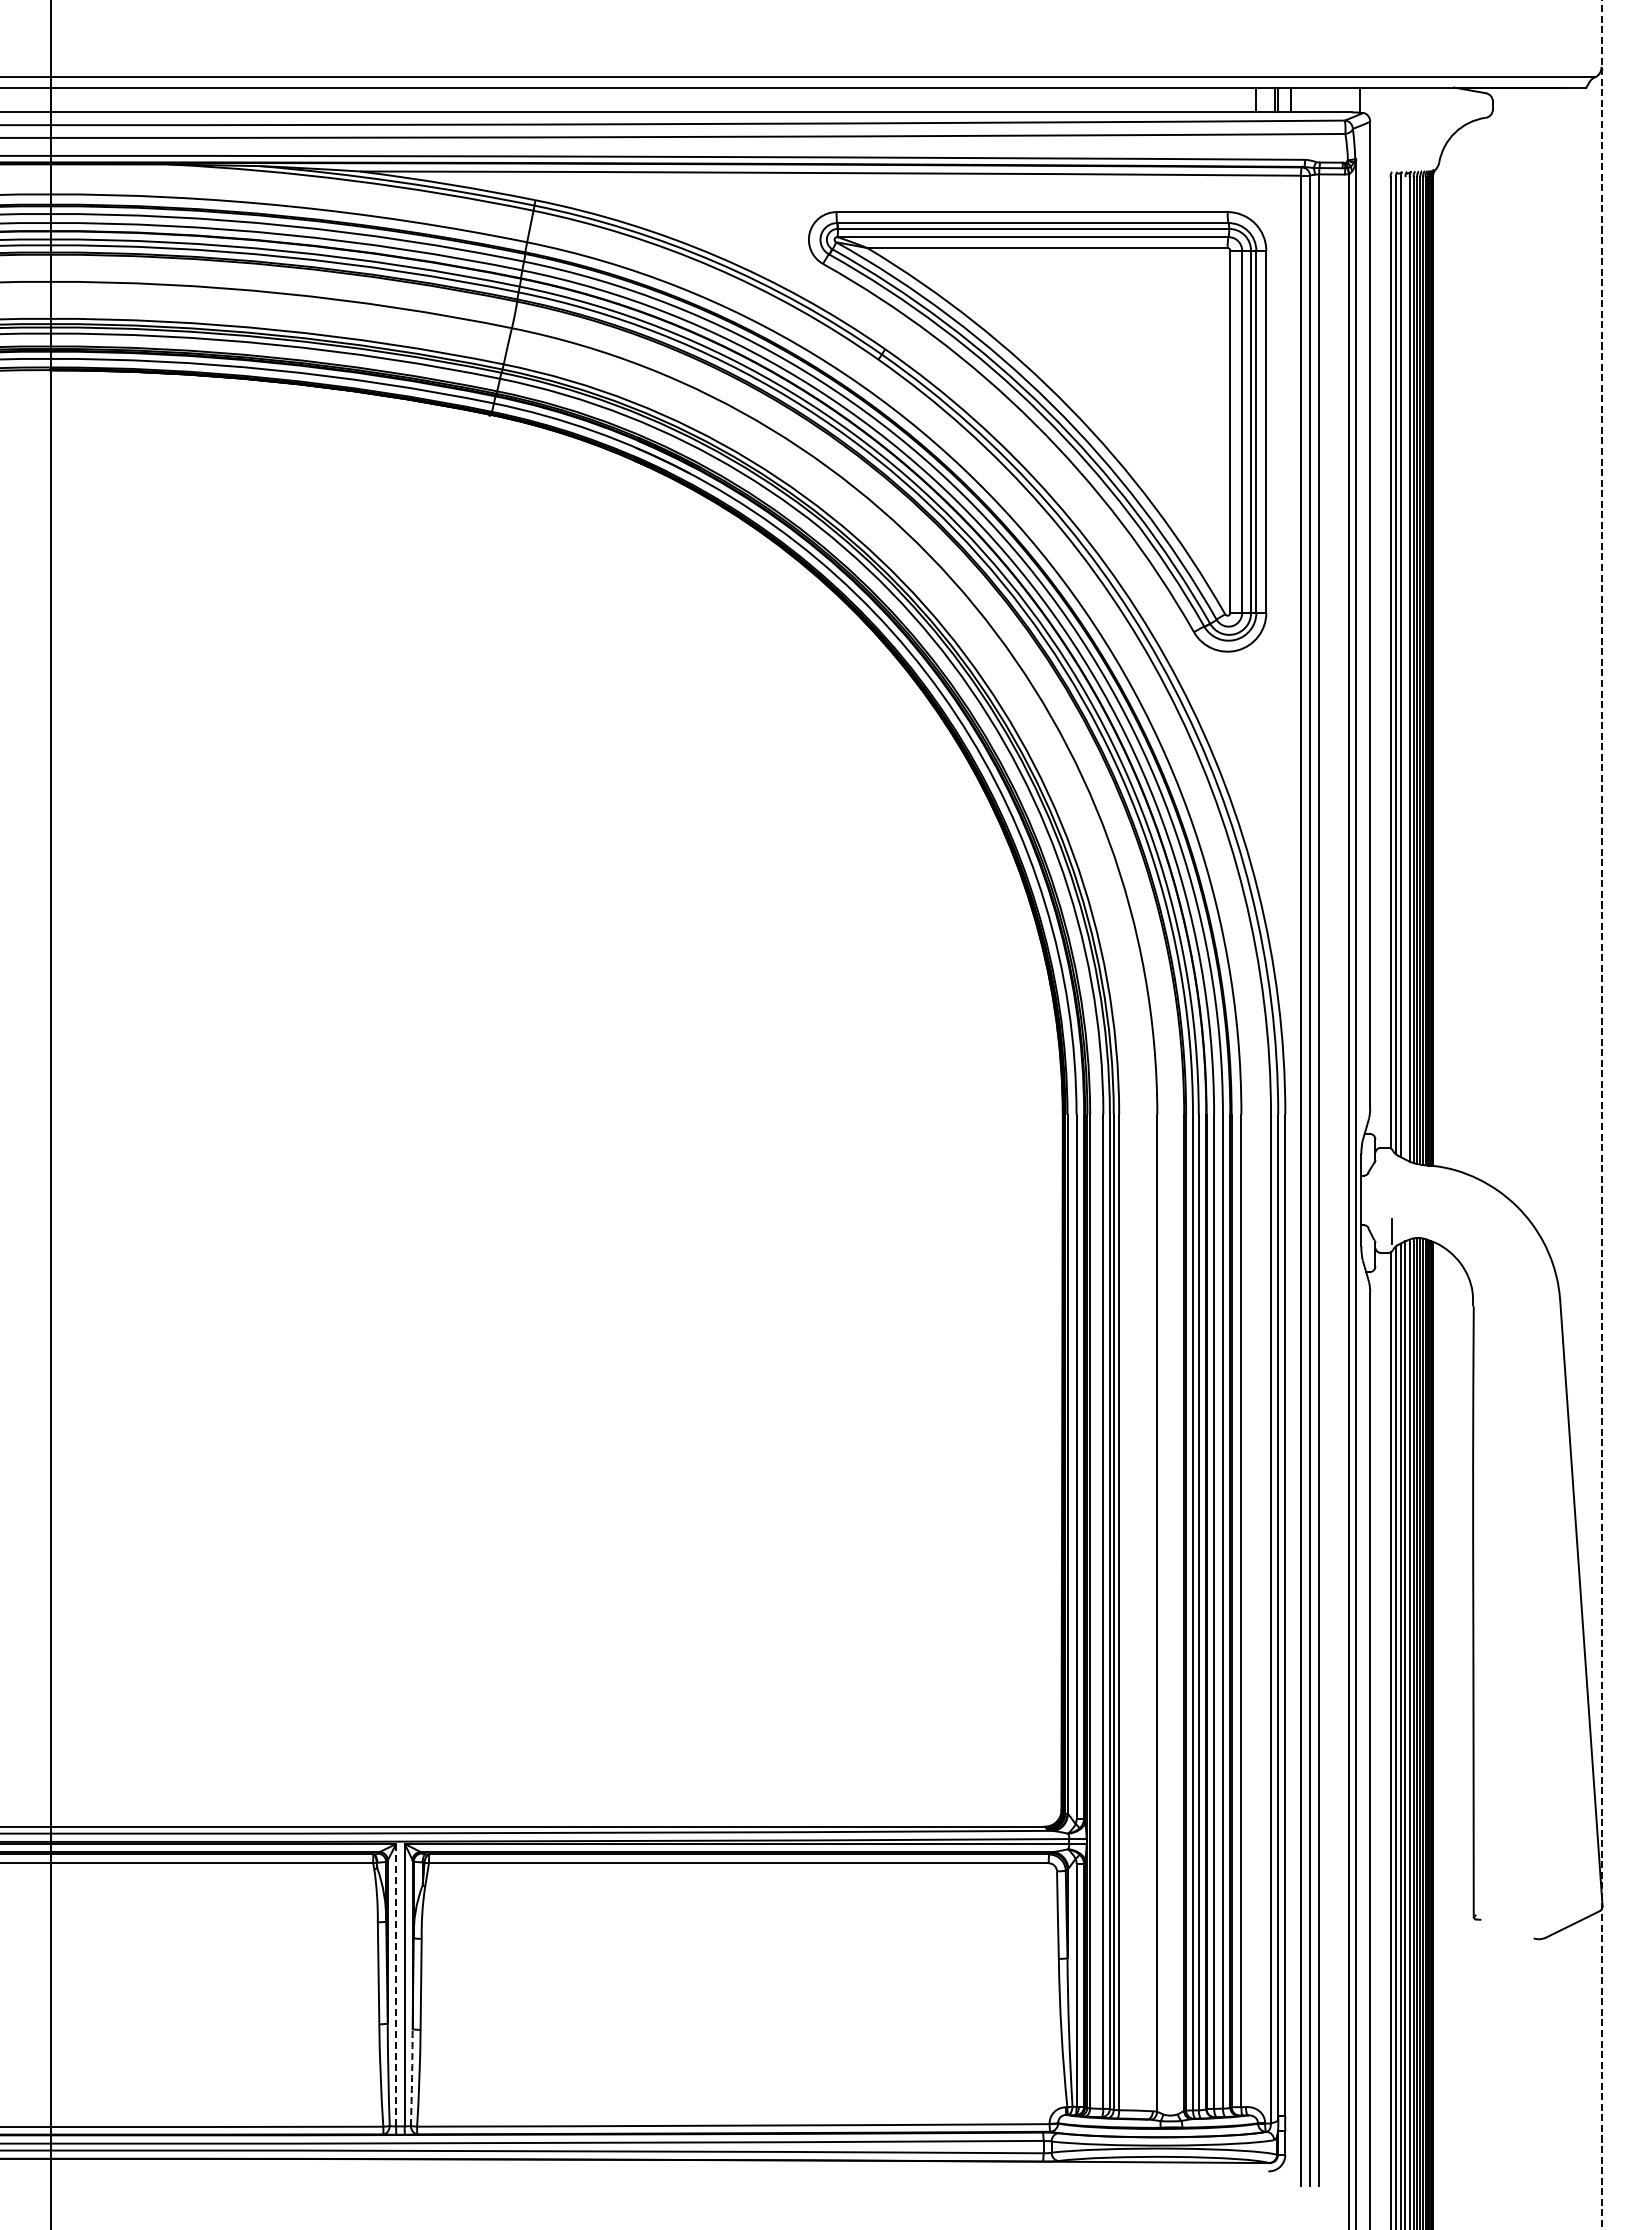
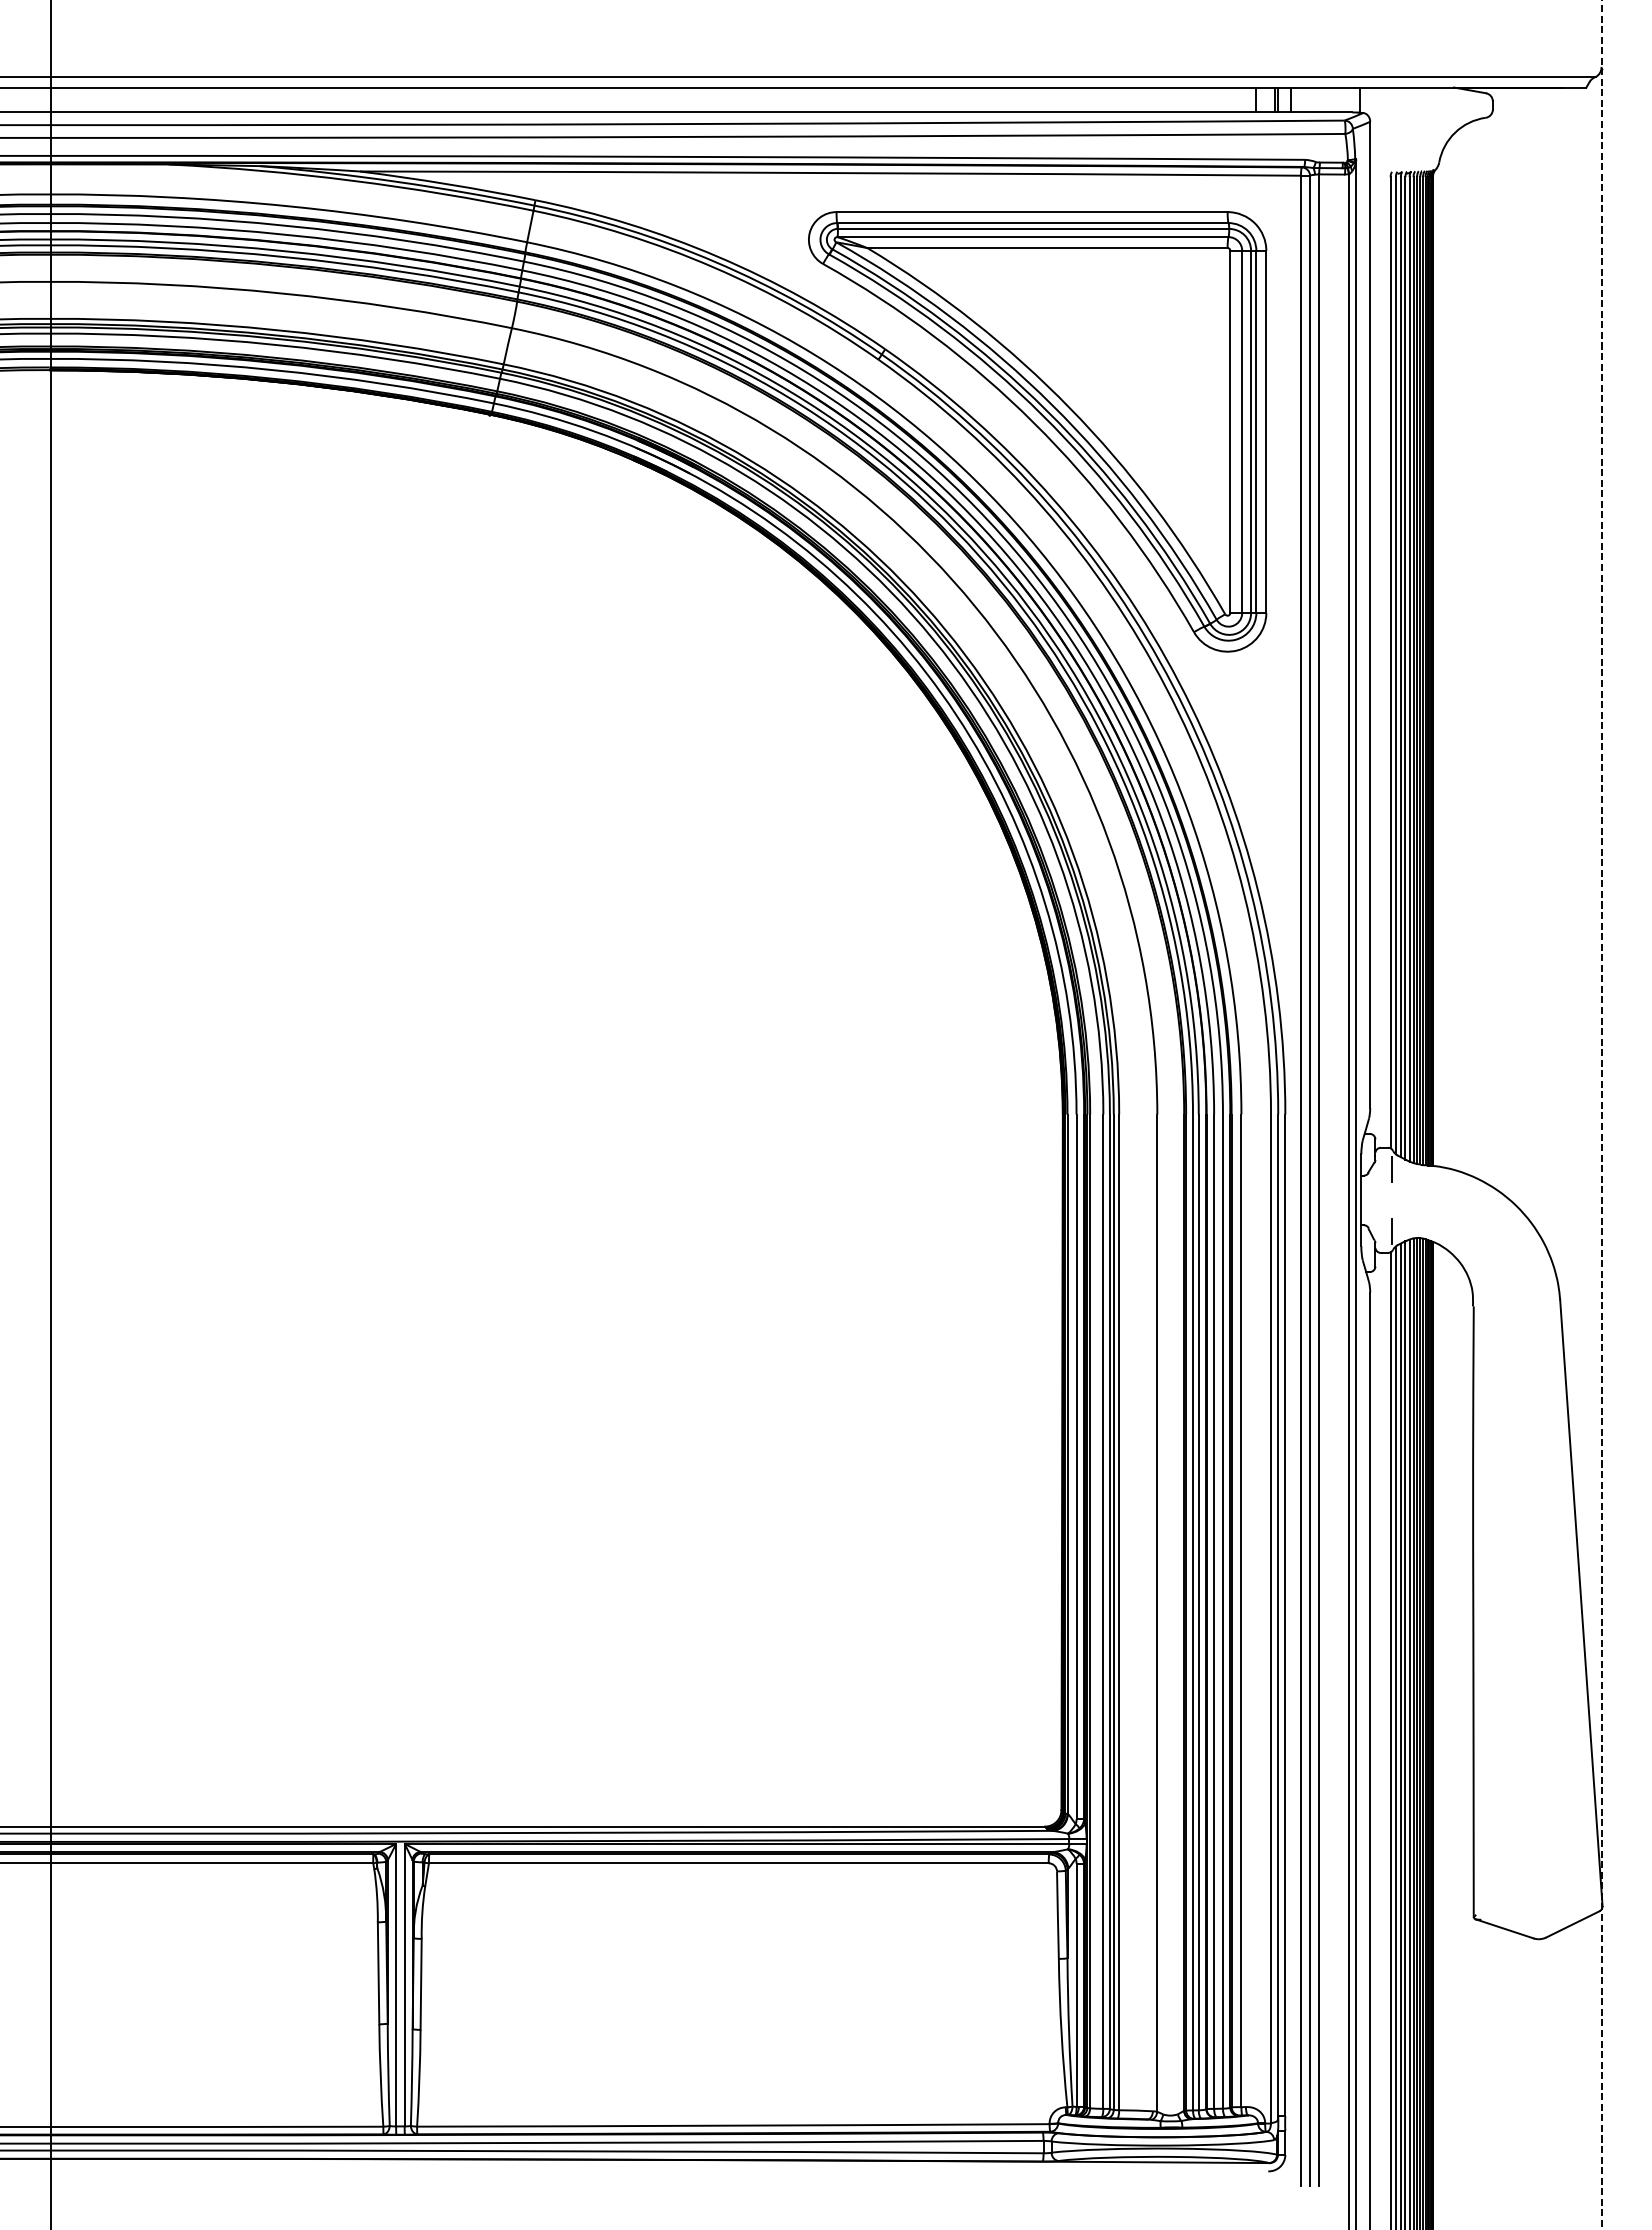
line at (1405, 668): none -> present
line at (1392, 1169): none -> present
line at (1504, 1928): none -> present
line at (396, 1985): dashed -> solid
arc at (412, 2077): dashed -> solid
